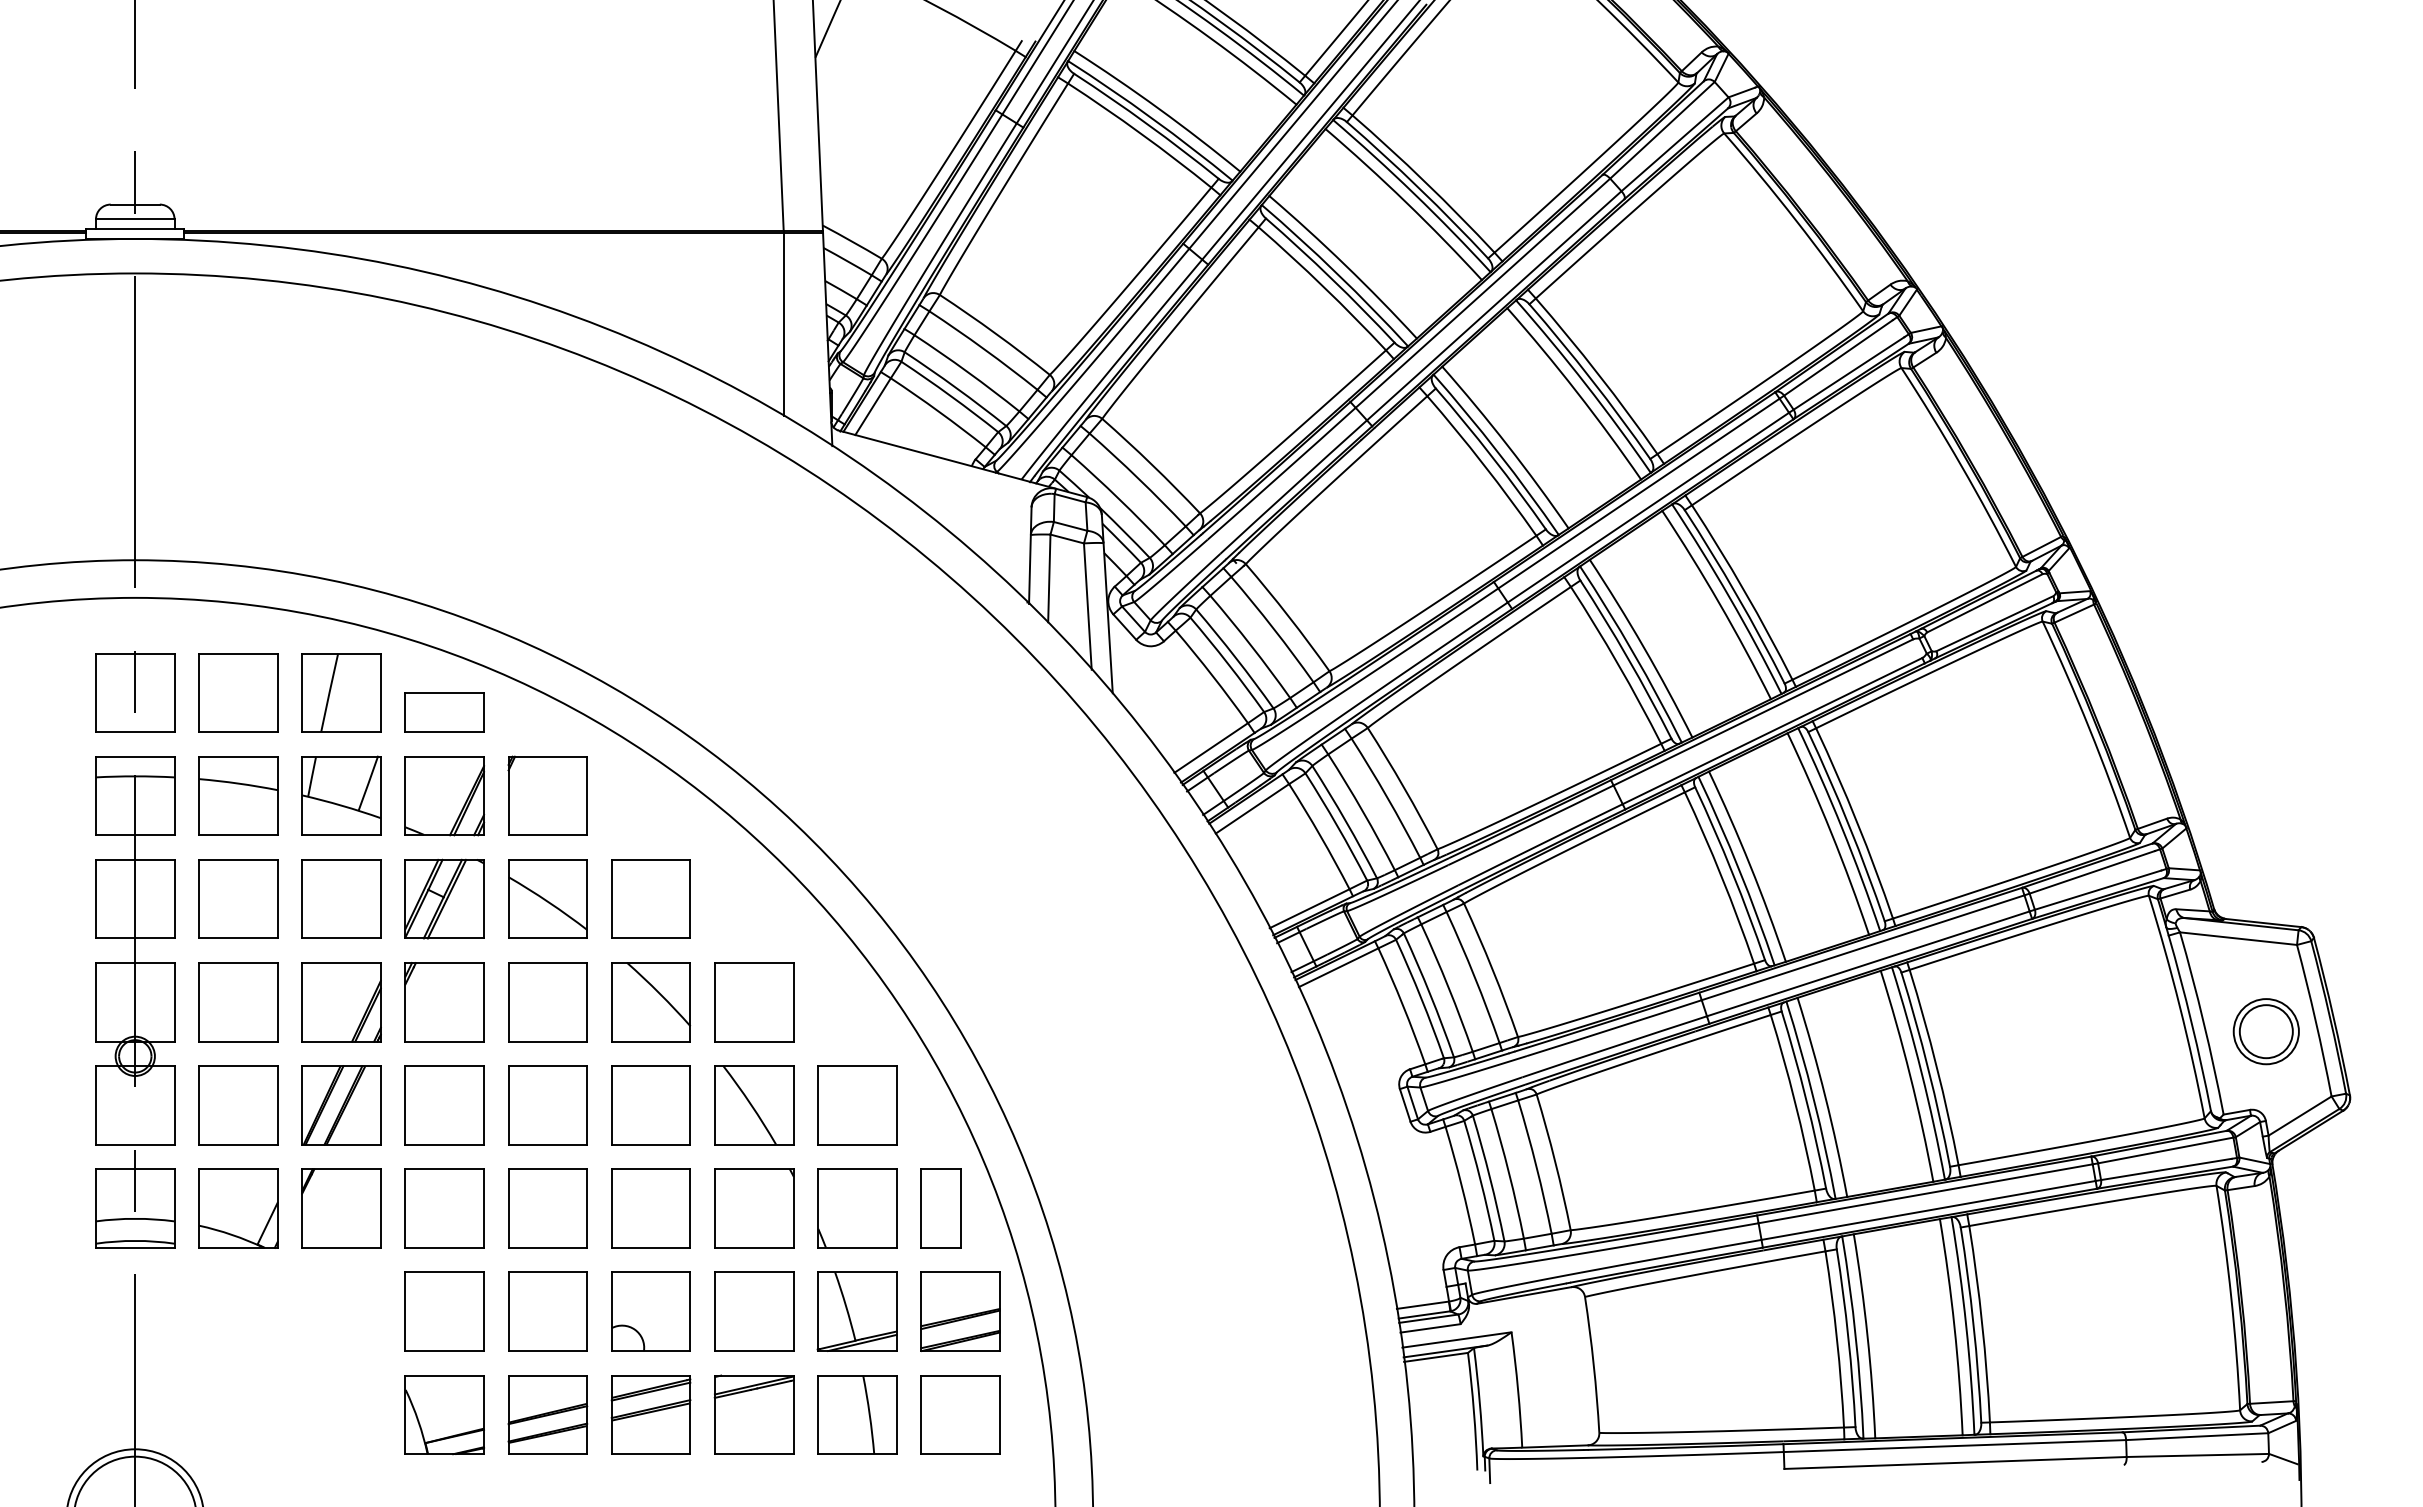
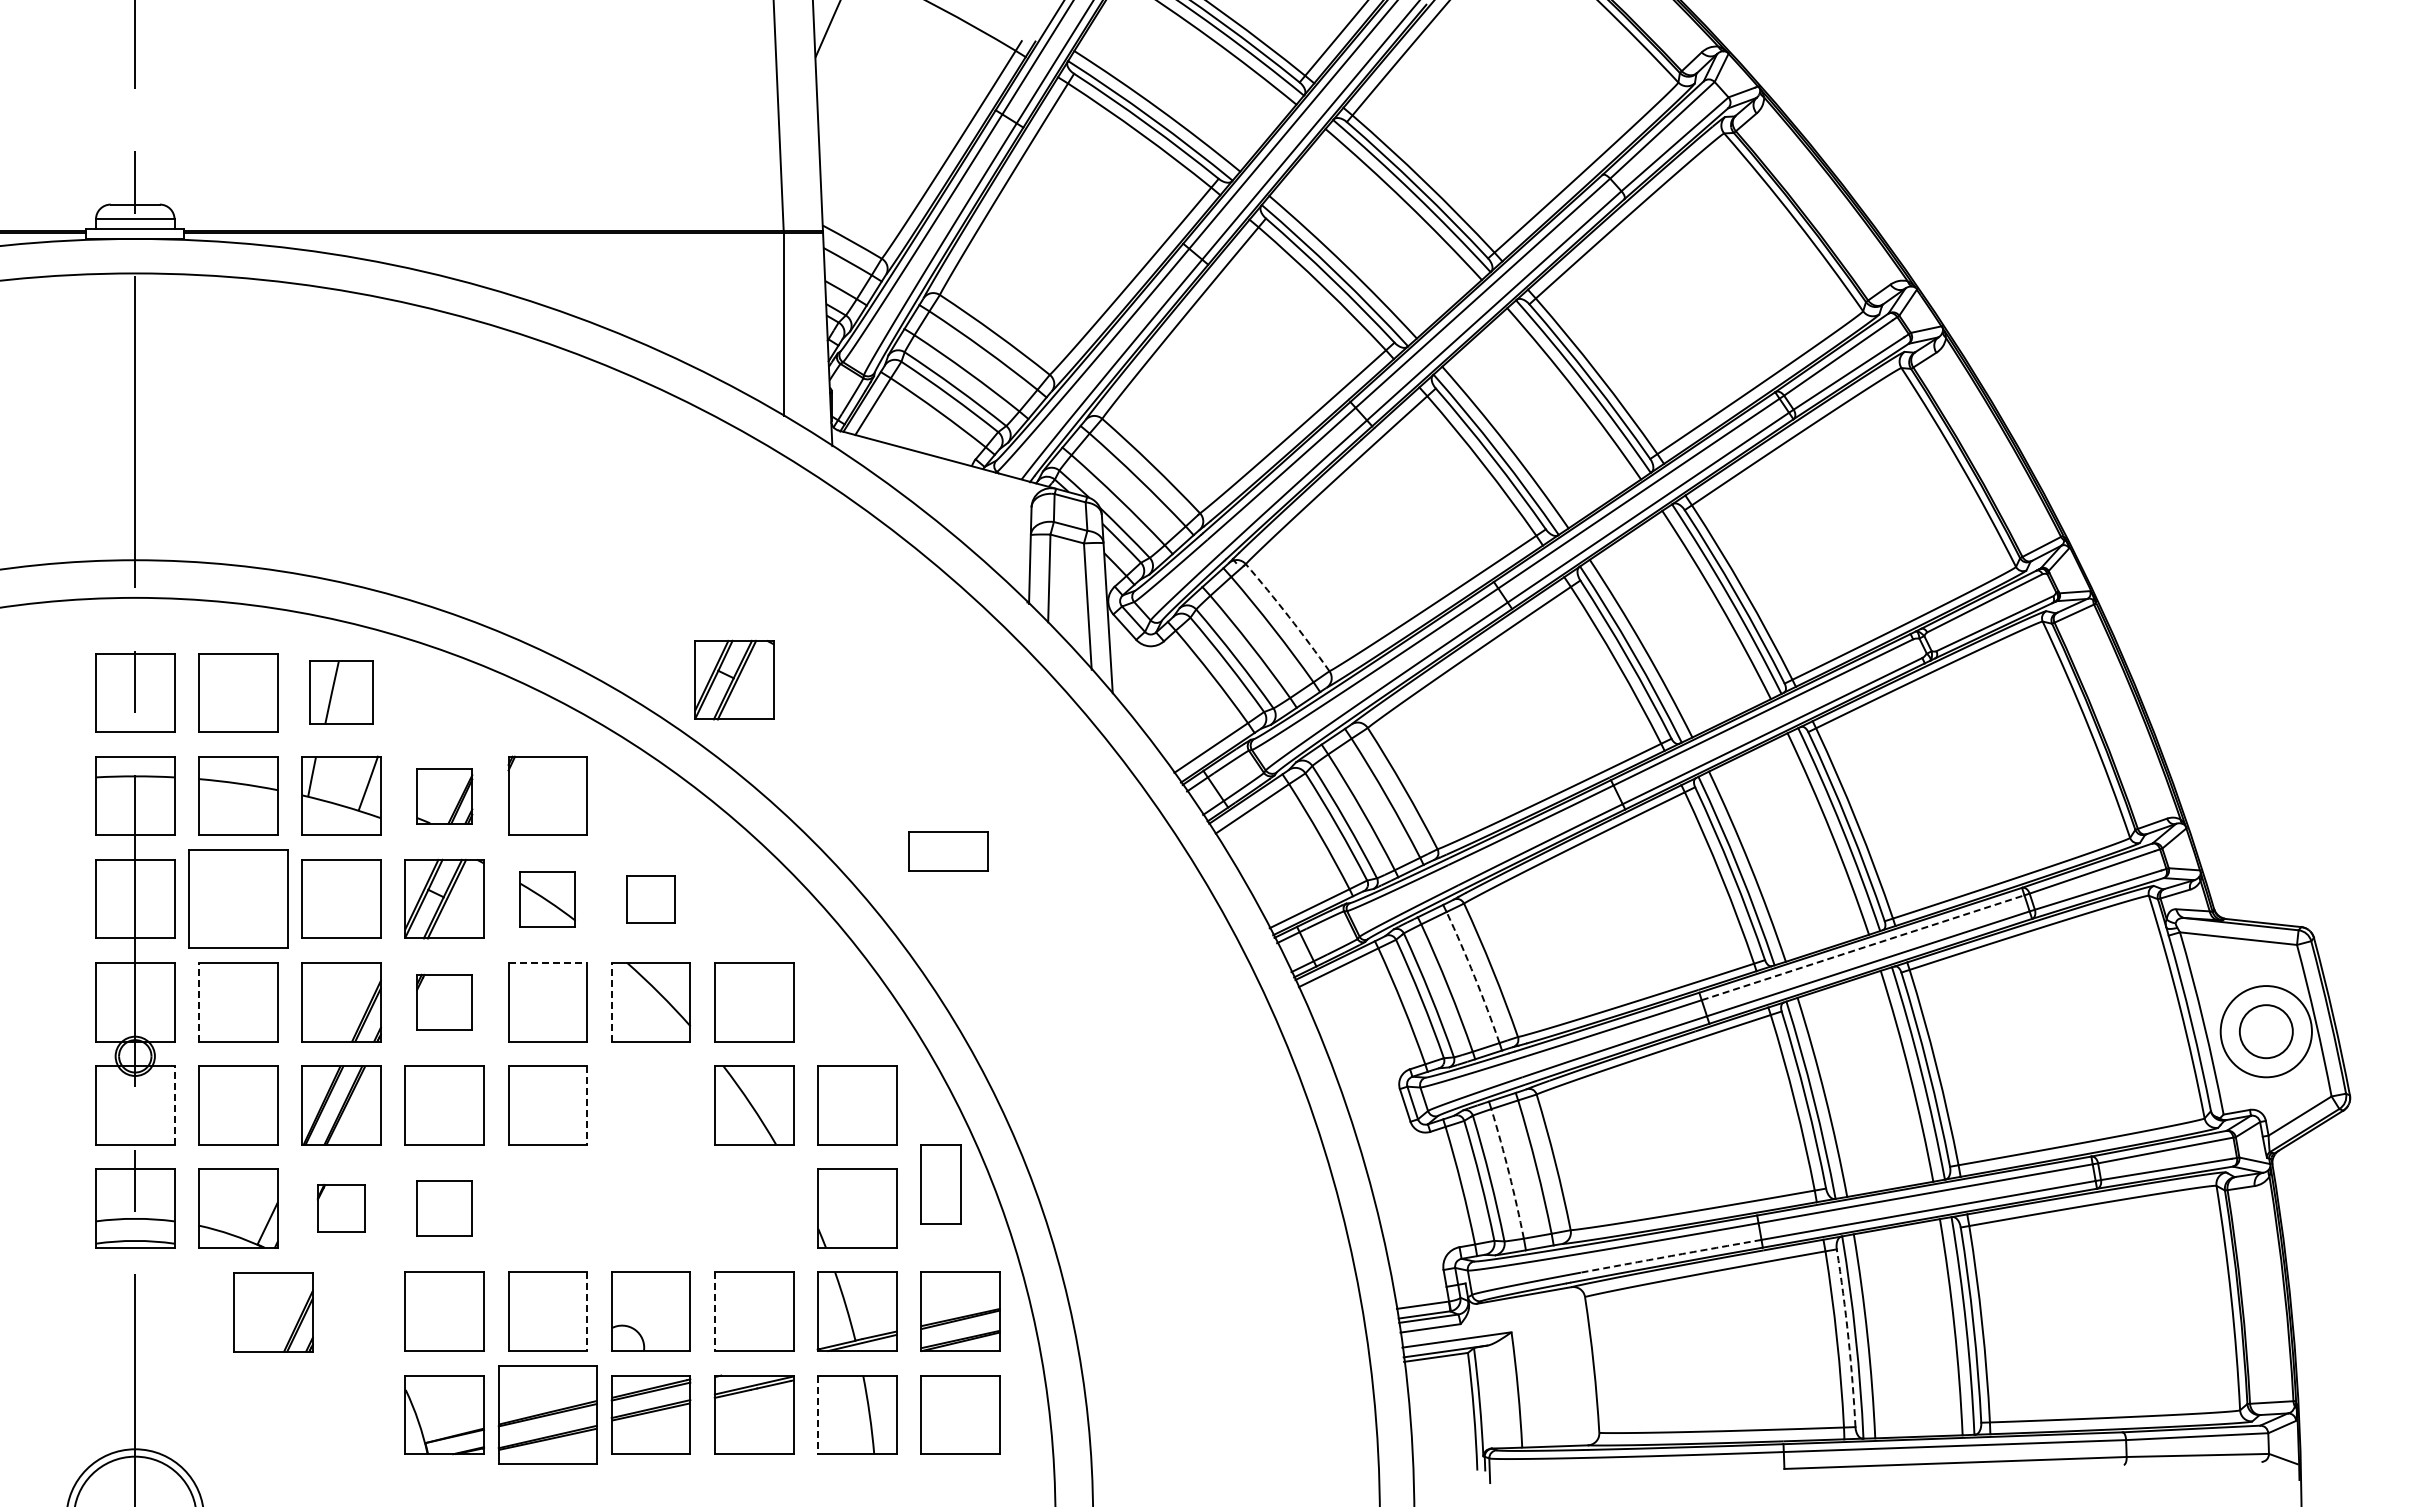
arc at (1288, 616): solid -> dashed
part at (734, 679): none -> present
part at (341, 692) size: 81x80 px -> 65x65 px
part at (444, 712) position: (444, 712) -> (948, 851)
part at (444, 796) size: 82x81 px -> 58x57 px
part at (238, 898) size: 81x80 px -> 101x100 px
part at (547, 898) size: 80x80 px -> 57x57 px
part at (650, 898) size: 80x80 px -> 50x49 px
line at (1863, 947): solid -> dashed
line at (548, 963): solid -> dashed
arc at (1474, 976): solid -> dashed
line at (199, 1001): solid -> dashed
line at (611, 1001): solid -> dashed
part at (444, 1002) size: 81x81 px -> 57x58 px
circle at (2265, 1031) diameter: 65 px -> 91 px
line at (174, 1104): solid -> dashed
line at (587, 1105): solid -> dashed
part at (650, 1105): present -> none
arc at (1509, 1173): solid -> dashed
part at (341, 1208) size: 81x81 px -> 49x49 px
part at (444, 1208) size: 81x81 px -> 57x57 px
part at (547, 1208): present -> none
part at (650, 1208): present -> none
part at (754, 1208): present -> none
part at (940, 1208) position: (940, 1208) -> (940, 1184)
arc at (1671, 1256): solid -> dashed
part at (273, 1312): none -> present
line at (587, 1312): solid -> dashed
line at (714, 1312): solid -> dashed
arc at (1848, 1338): solid -> dashed
part at (547, 1414) size: 82x80 px -> 101x100 px
line at (818, 1415): solid -> dashed
